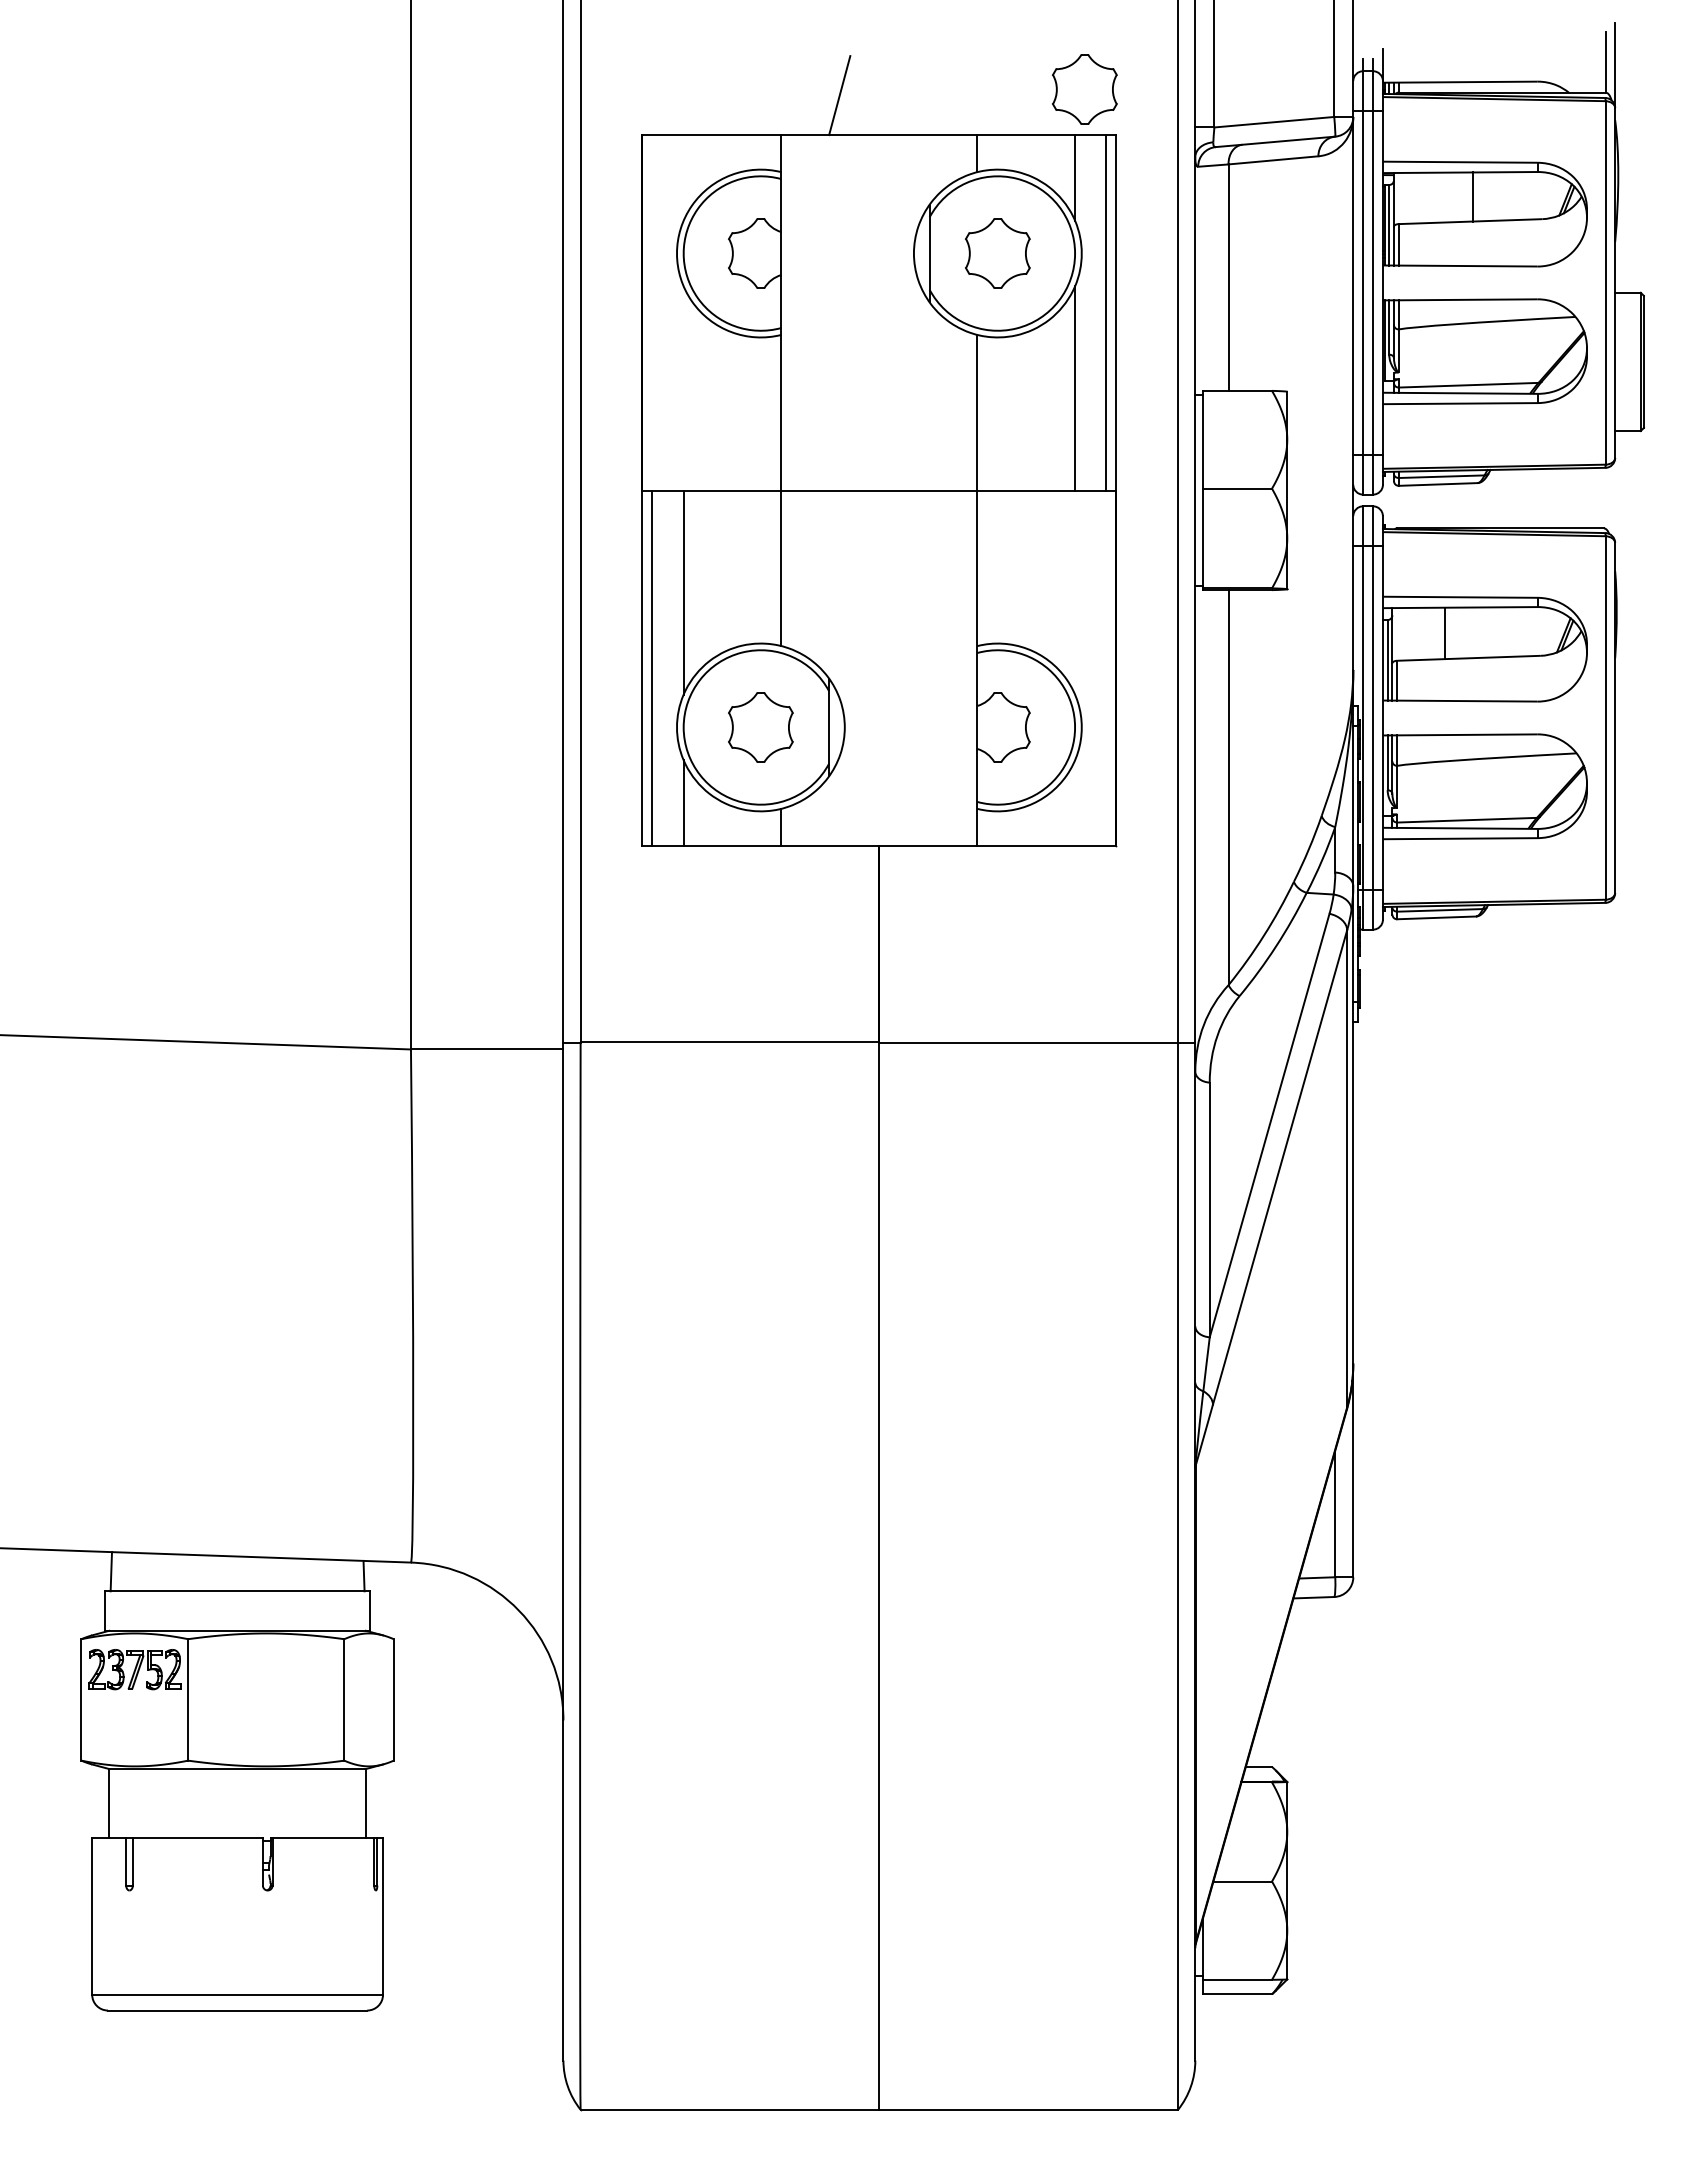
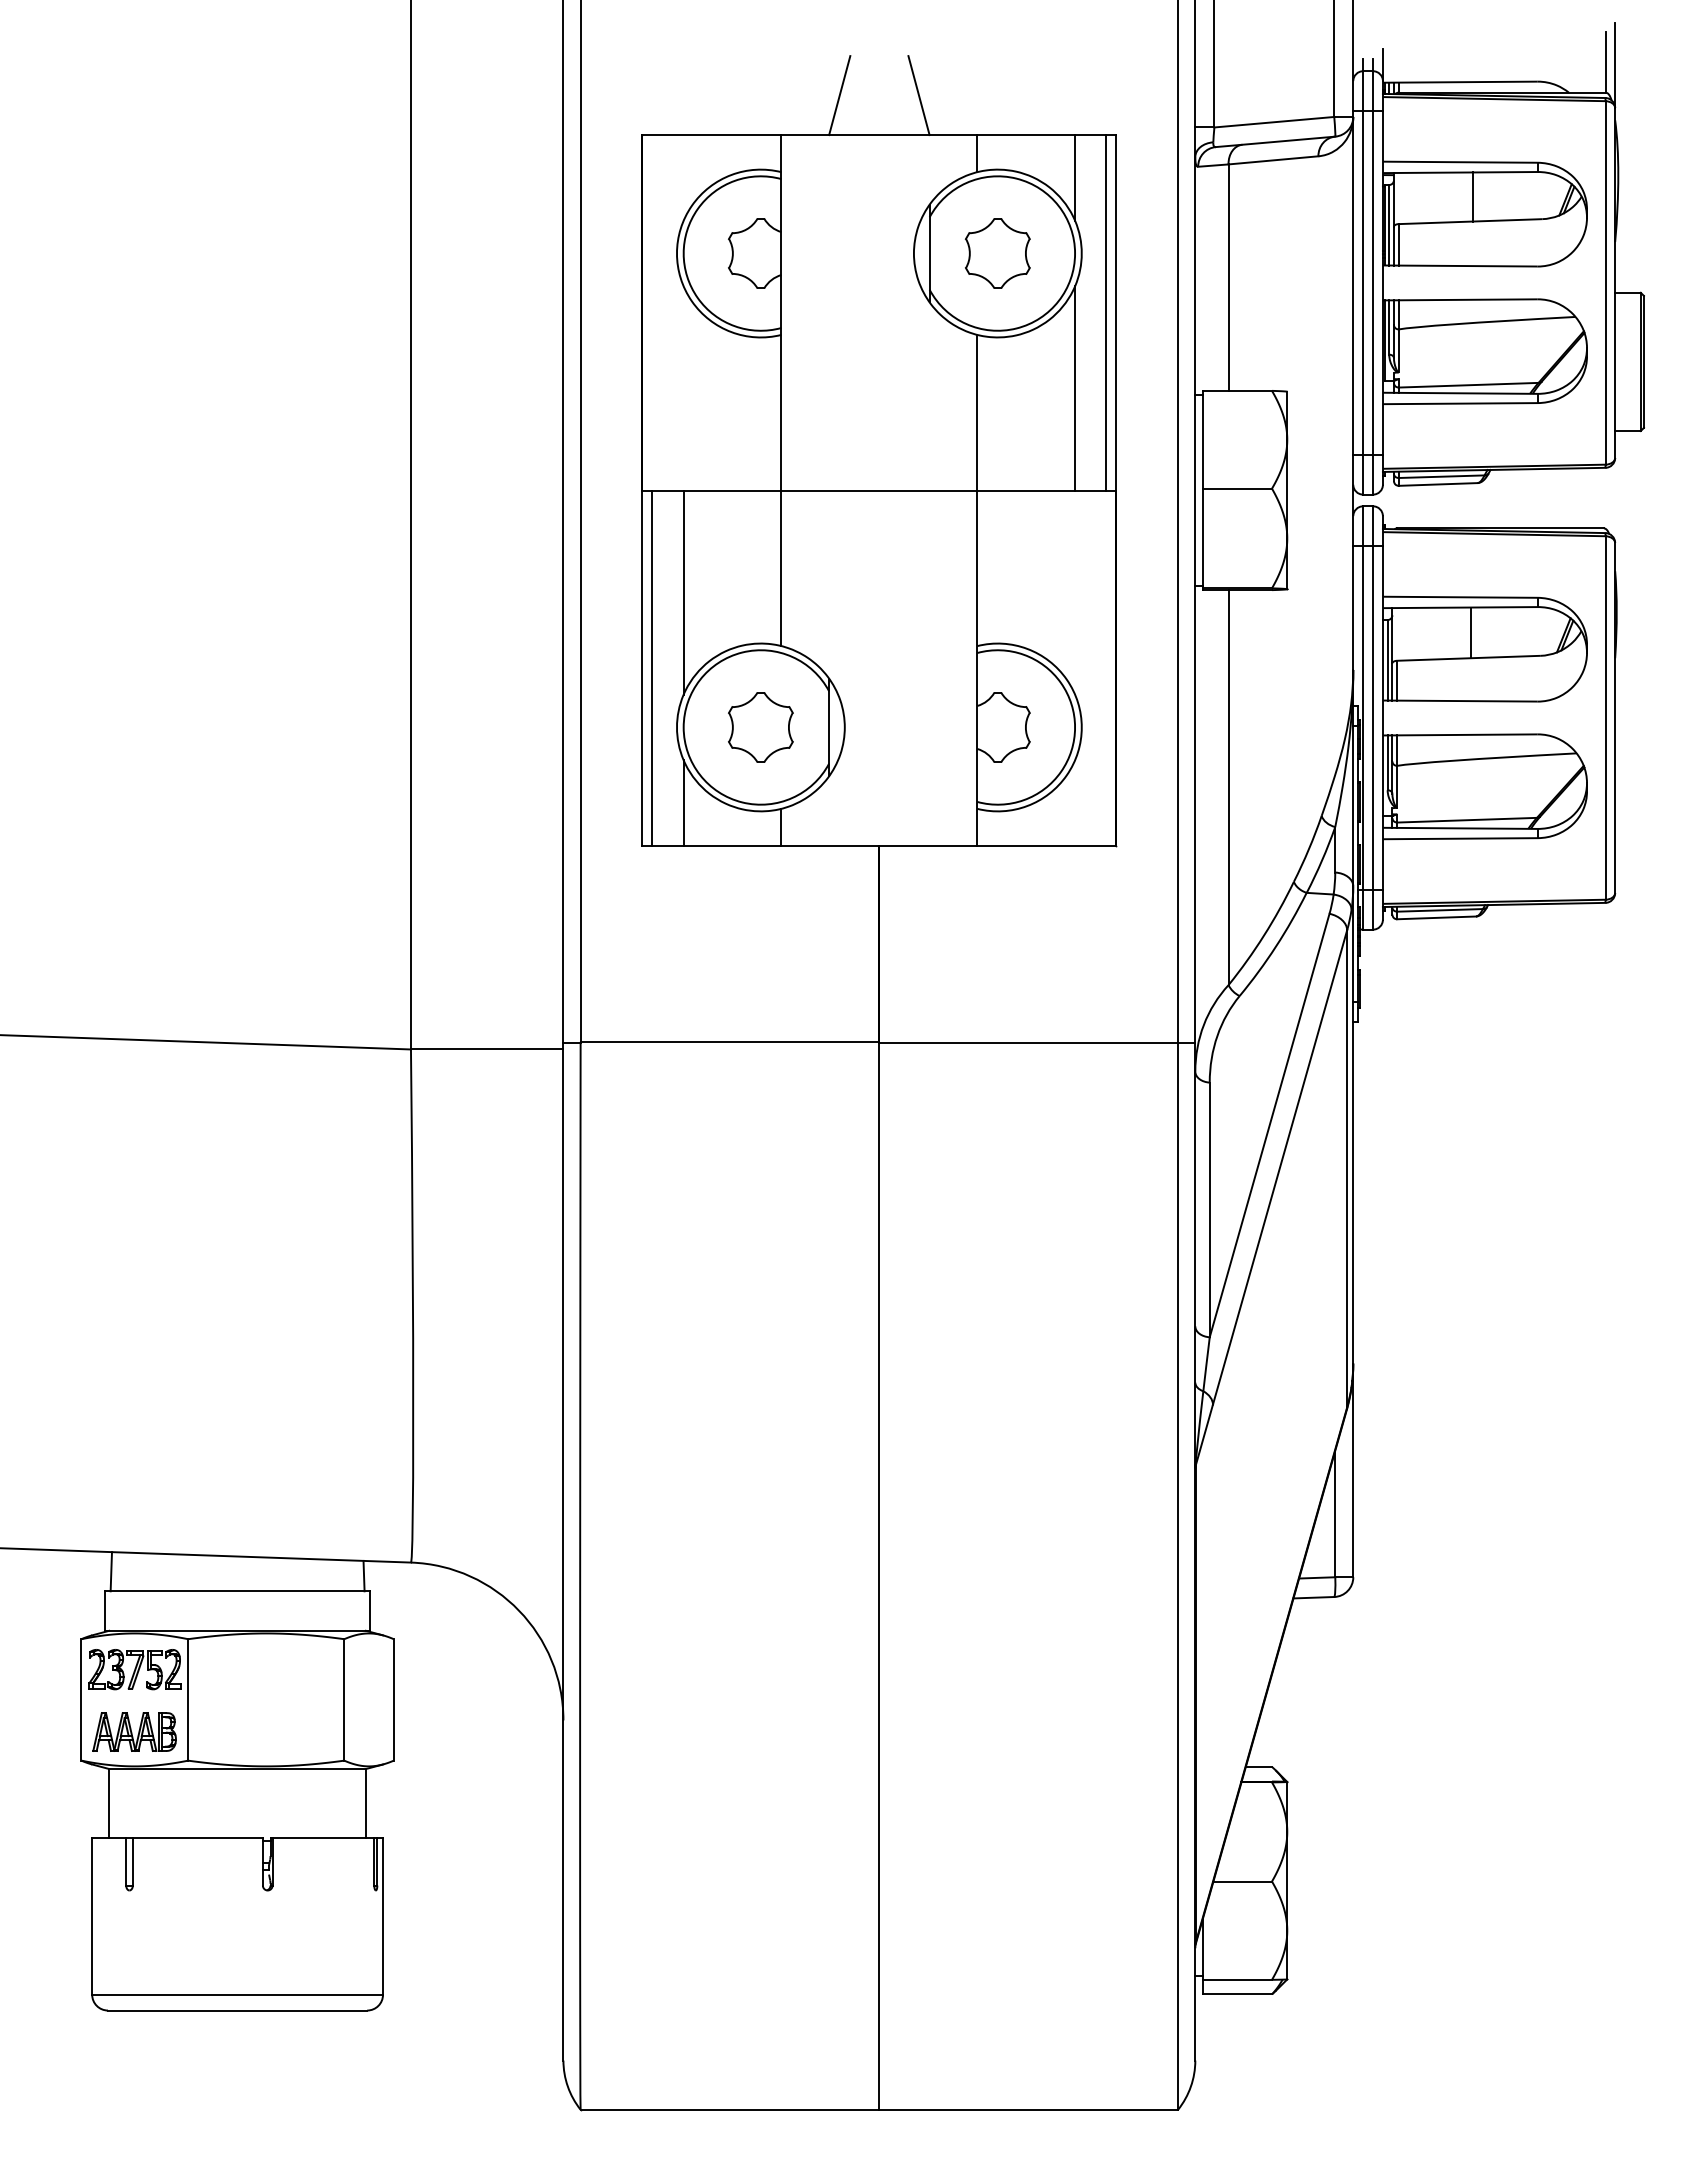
part at (1084, 89): present -> none
line at (918, 95): none -> present
line at (1445, 632) position: (1445, 632) -> (1471, 632)
part at (134, 1731): none -> present
